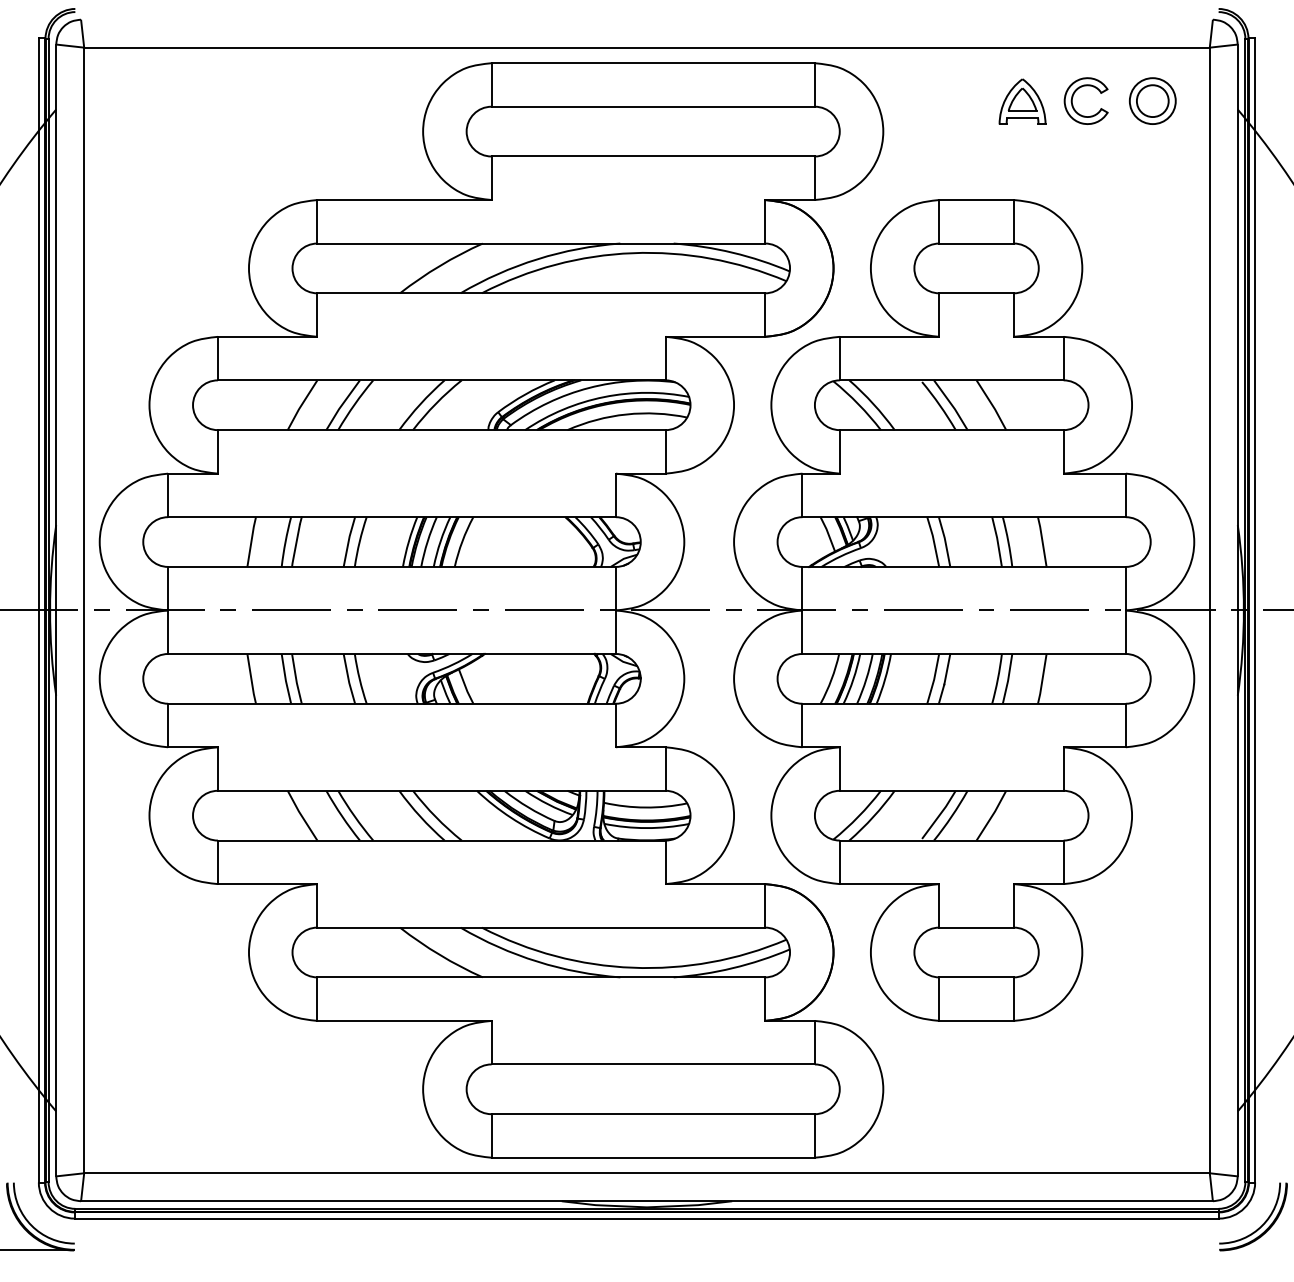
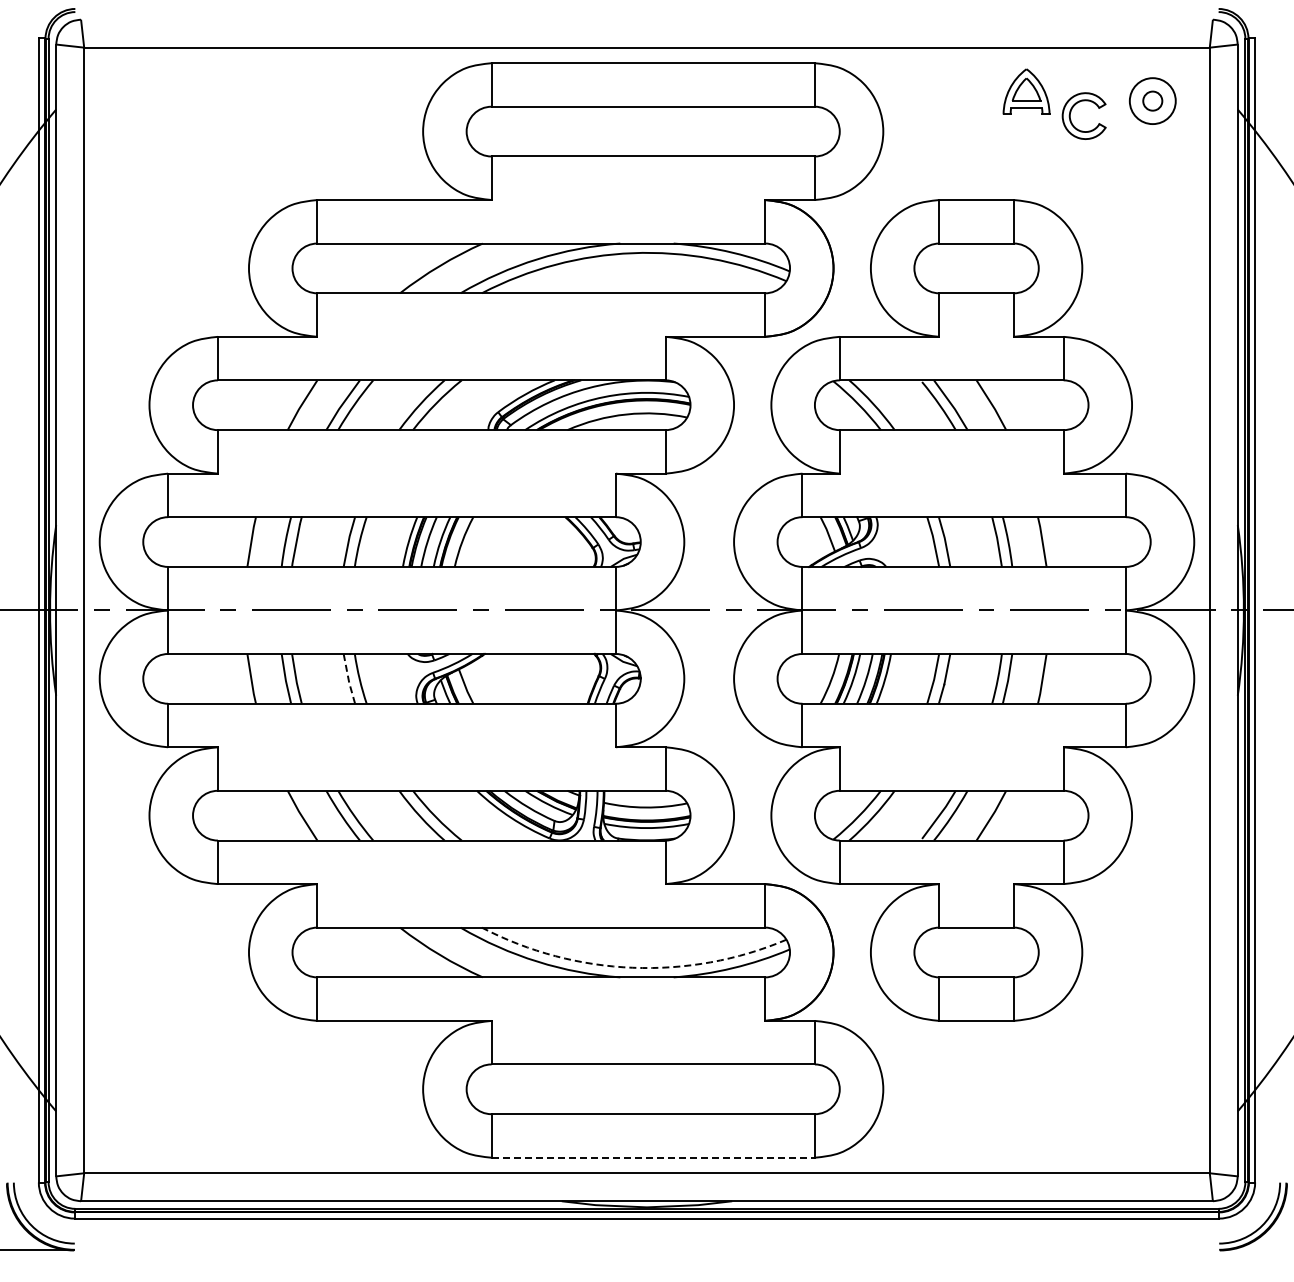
part at (1073, 97) position: (1073, 97) -> (1071, 112)
part at (1022, 101) position: (1022, 101) -> (1026, 91)
circle at (1152, 101) diameter: 32 px -> 19 px
line at (348, 679): solid -> dashed
arc at (632, 967): solid -> dashed
line at (653, 1157): solid -> dashed
